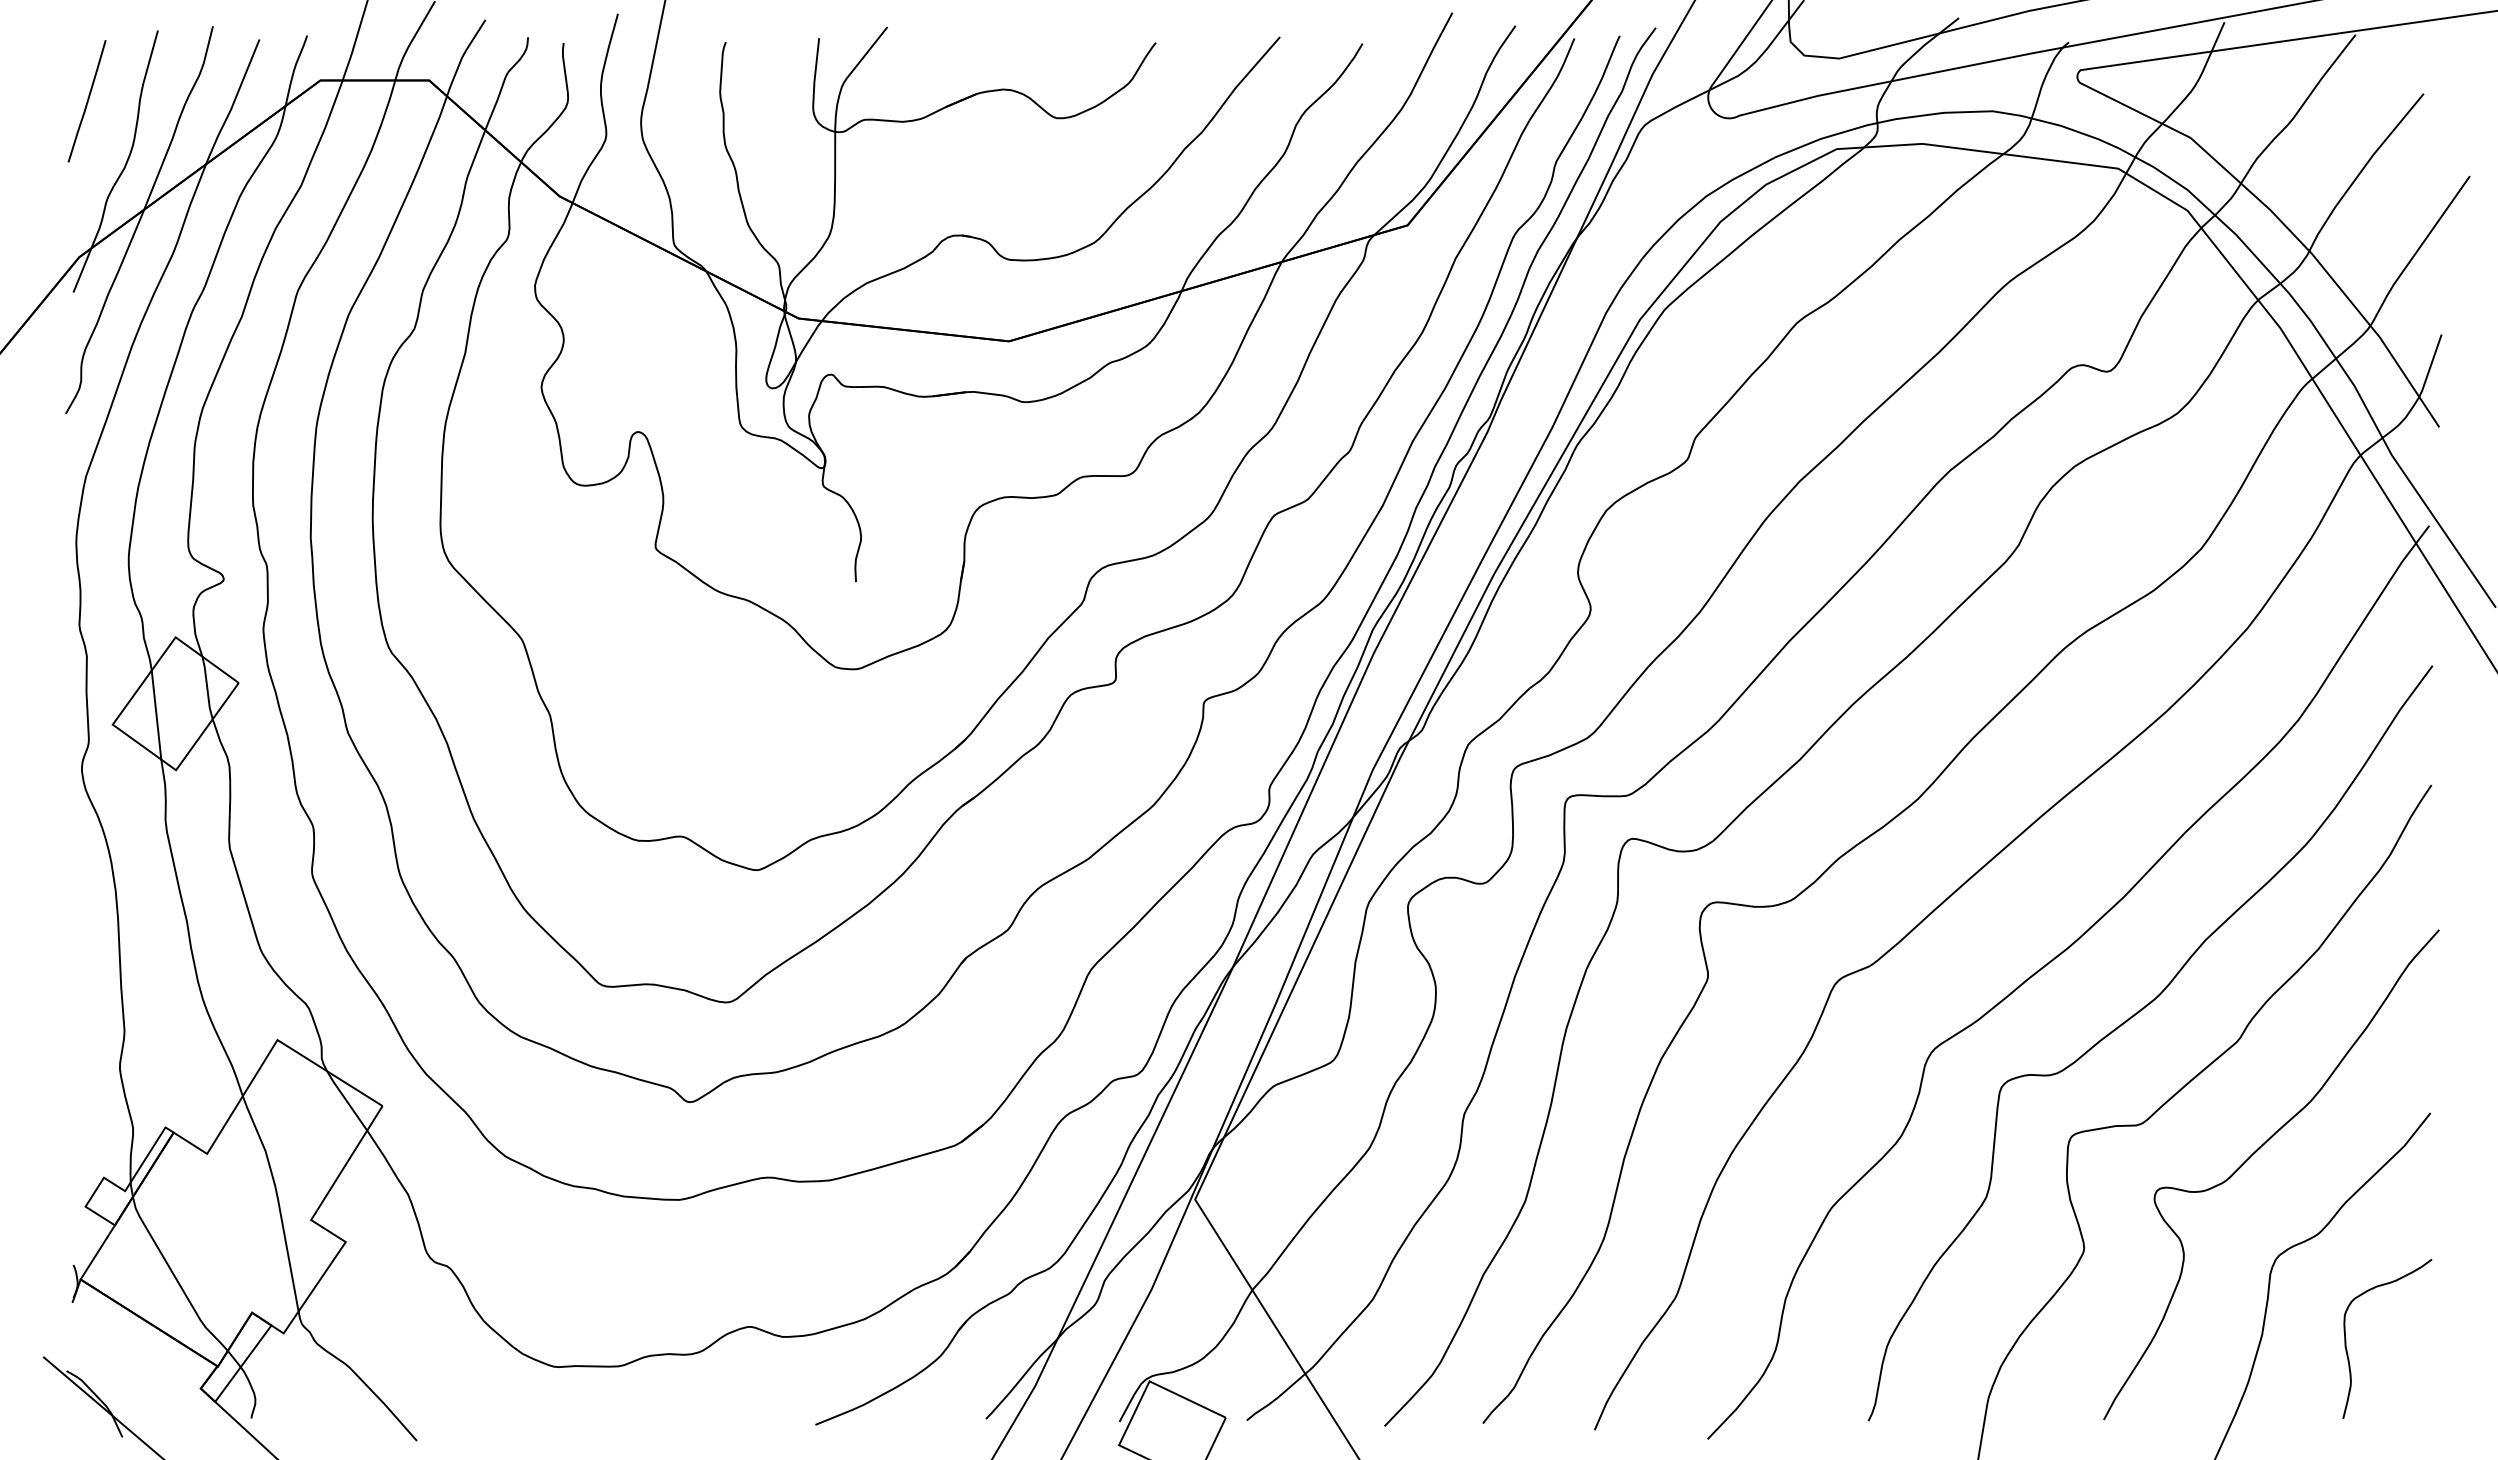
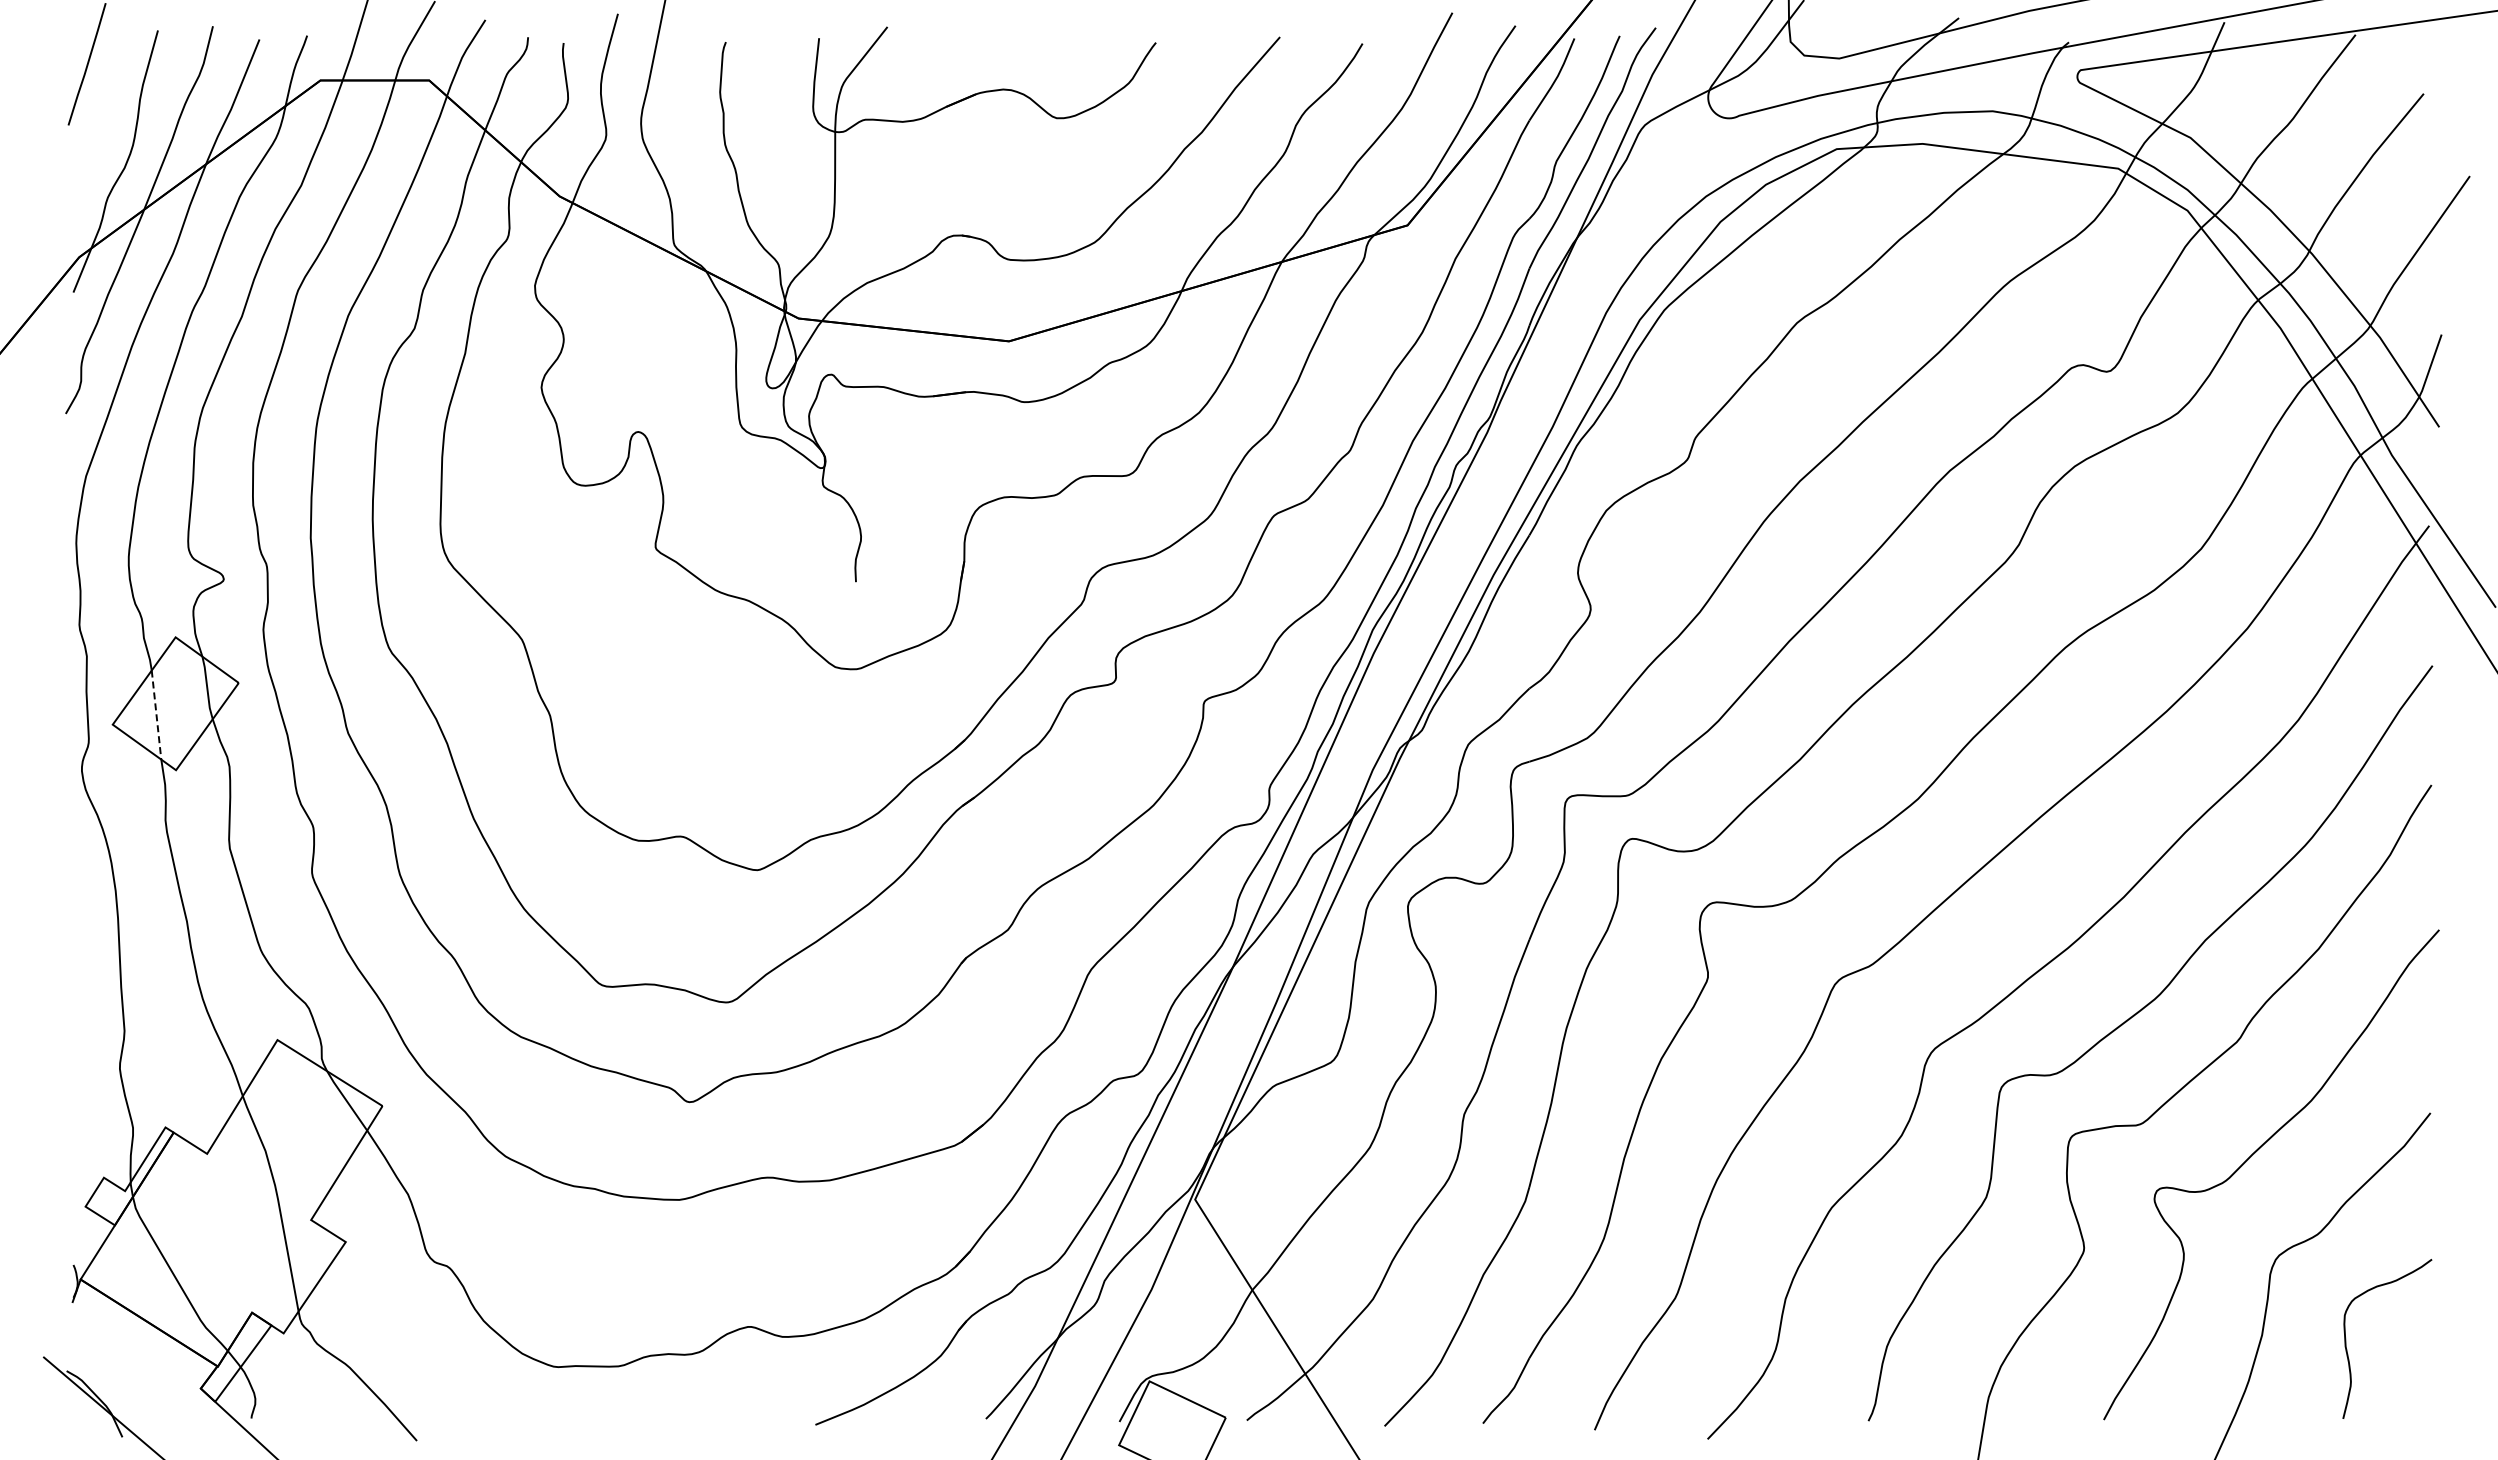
line at (86, 101) position: (86, 101) -> (86, 64)
line at (156, 715): solid -> dashed
